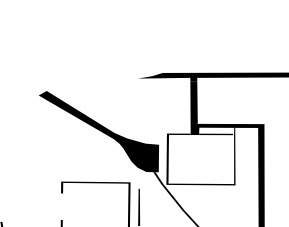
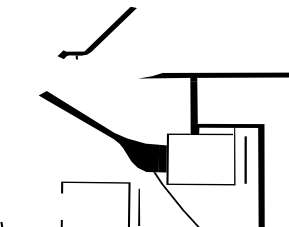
part at (96, 33): none -> present
fill at (162, 158): none -> present
fill at (245, 159): none -> present
